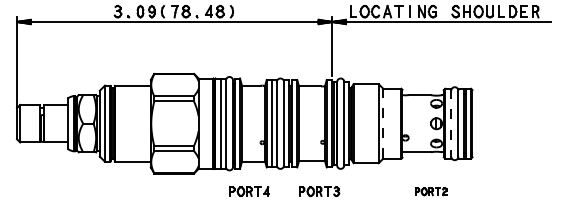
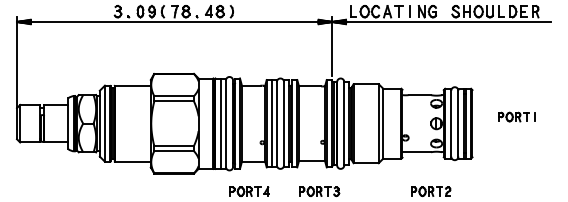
part at (516, 116): none -> present
line at (383, 123): dashed -> solid
line at (451, 123): dashed -> solid
part at (431, 191) size: 33x10 px -> 41x12 px
